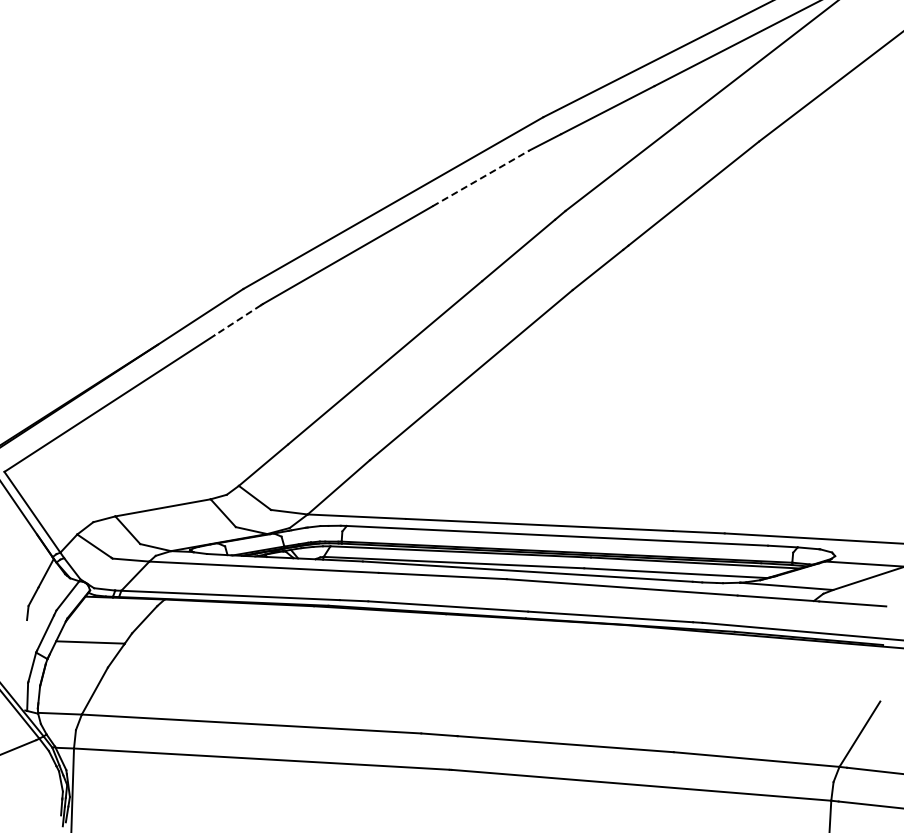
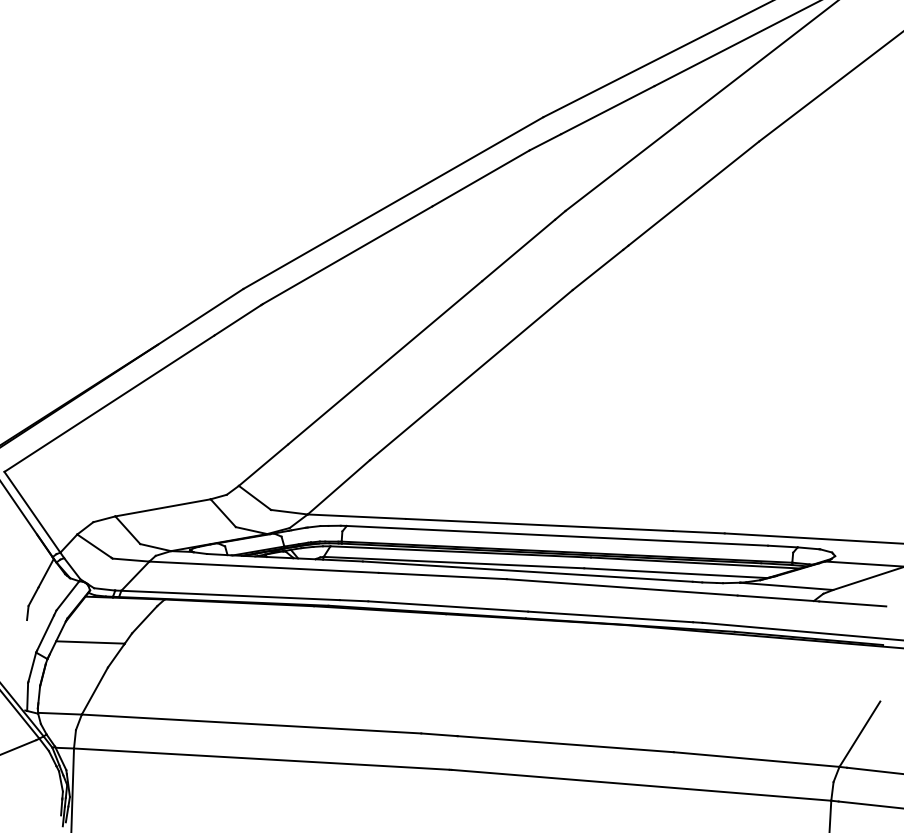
line at (481, 178): dashed -> solid
line at (237, 320): dashed -> solid
